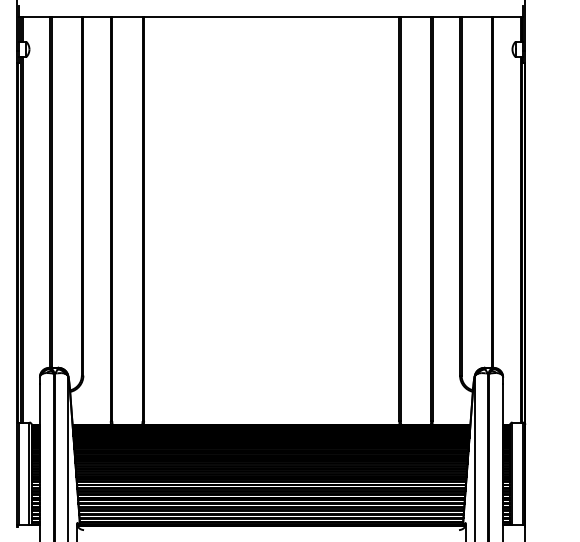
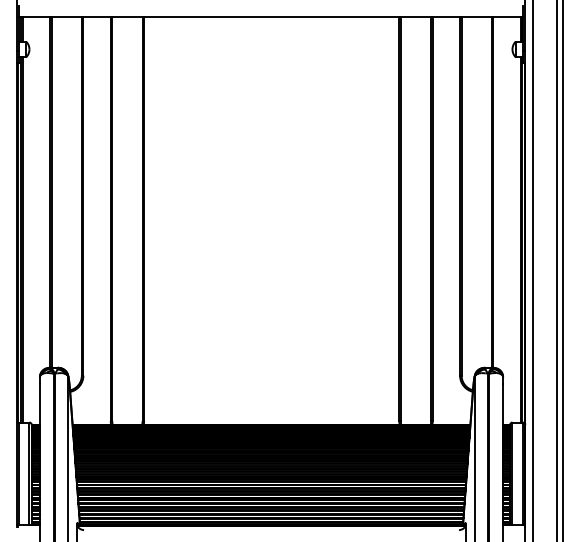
line at (532, 270): none -> present
line at (556, 270): none -> present
line at (562, 270): none -> present
